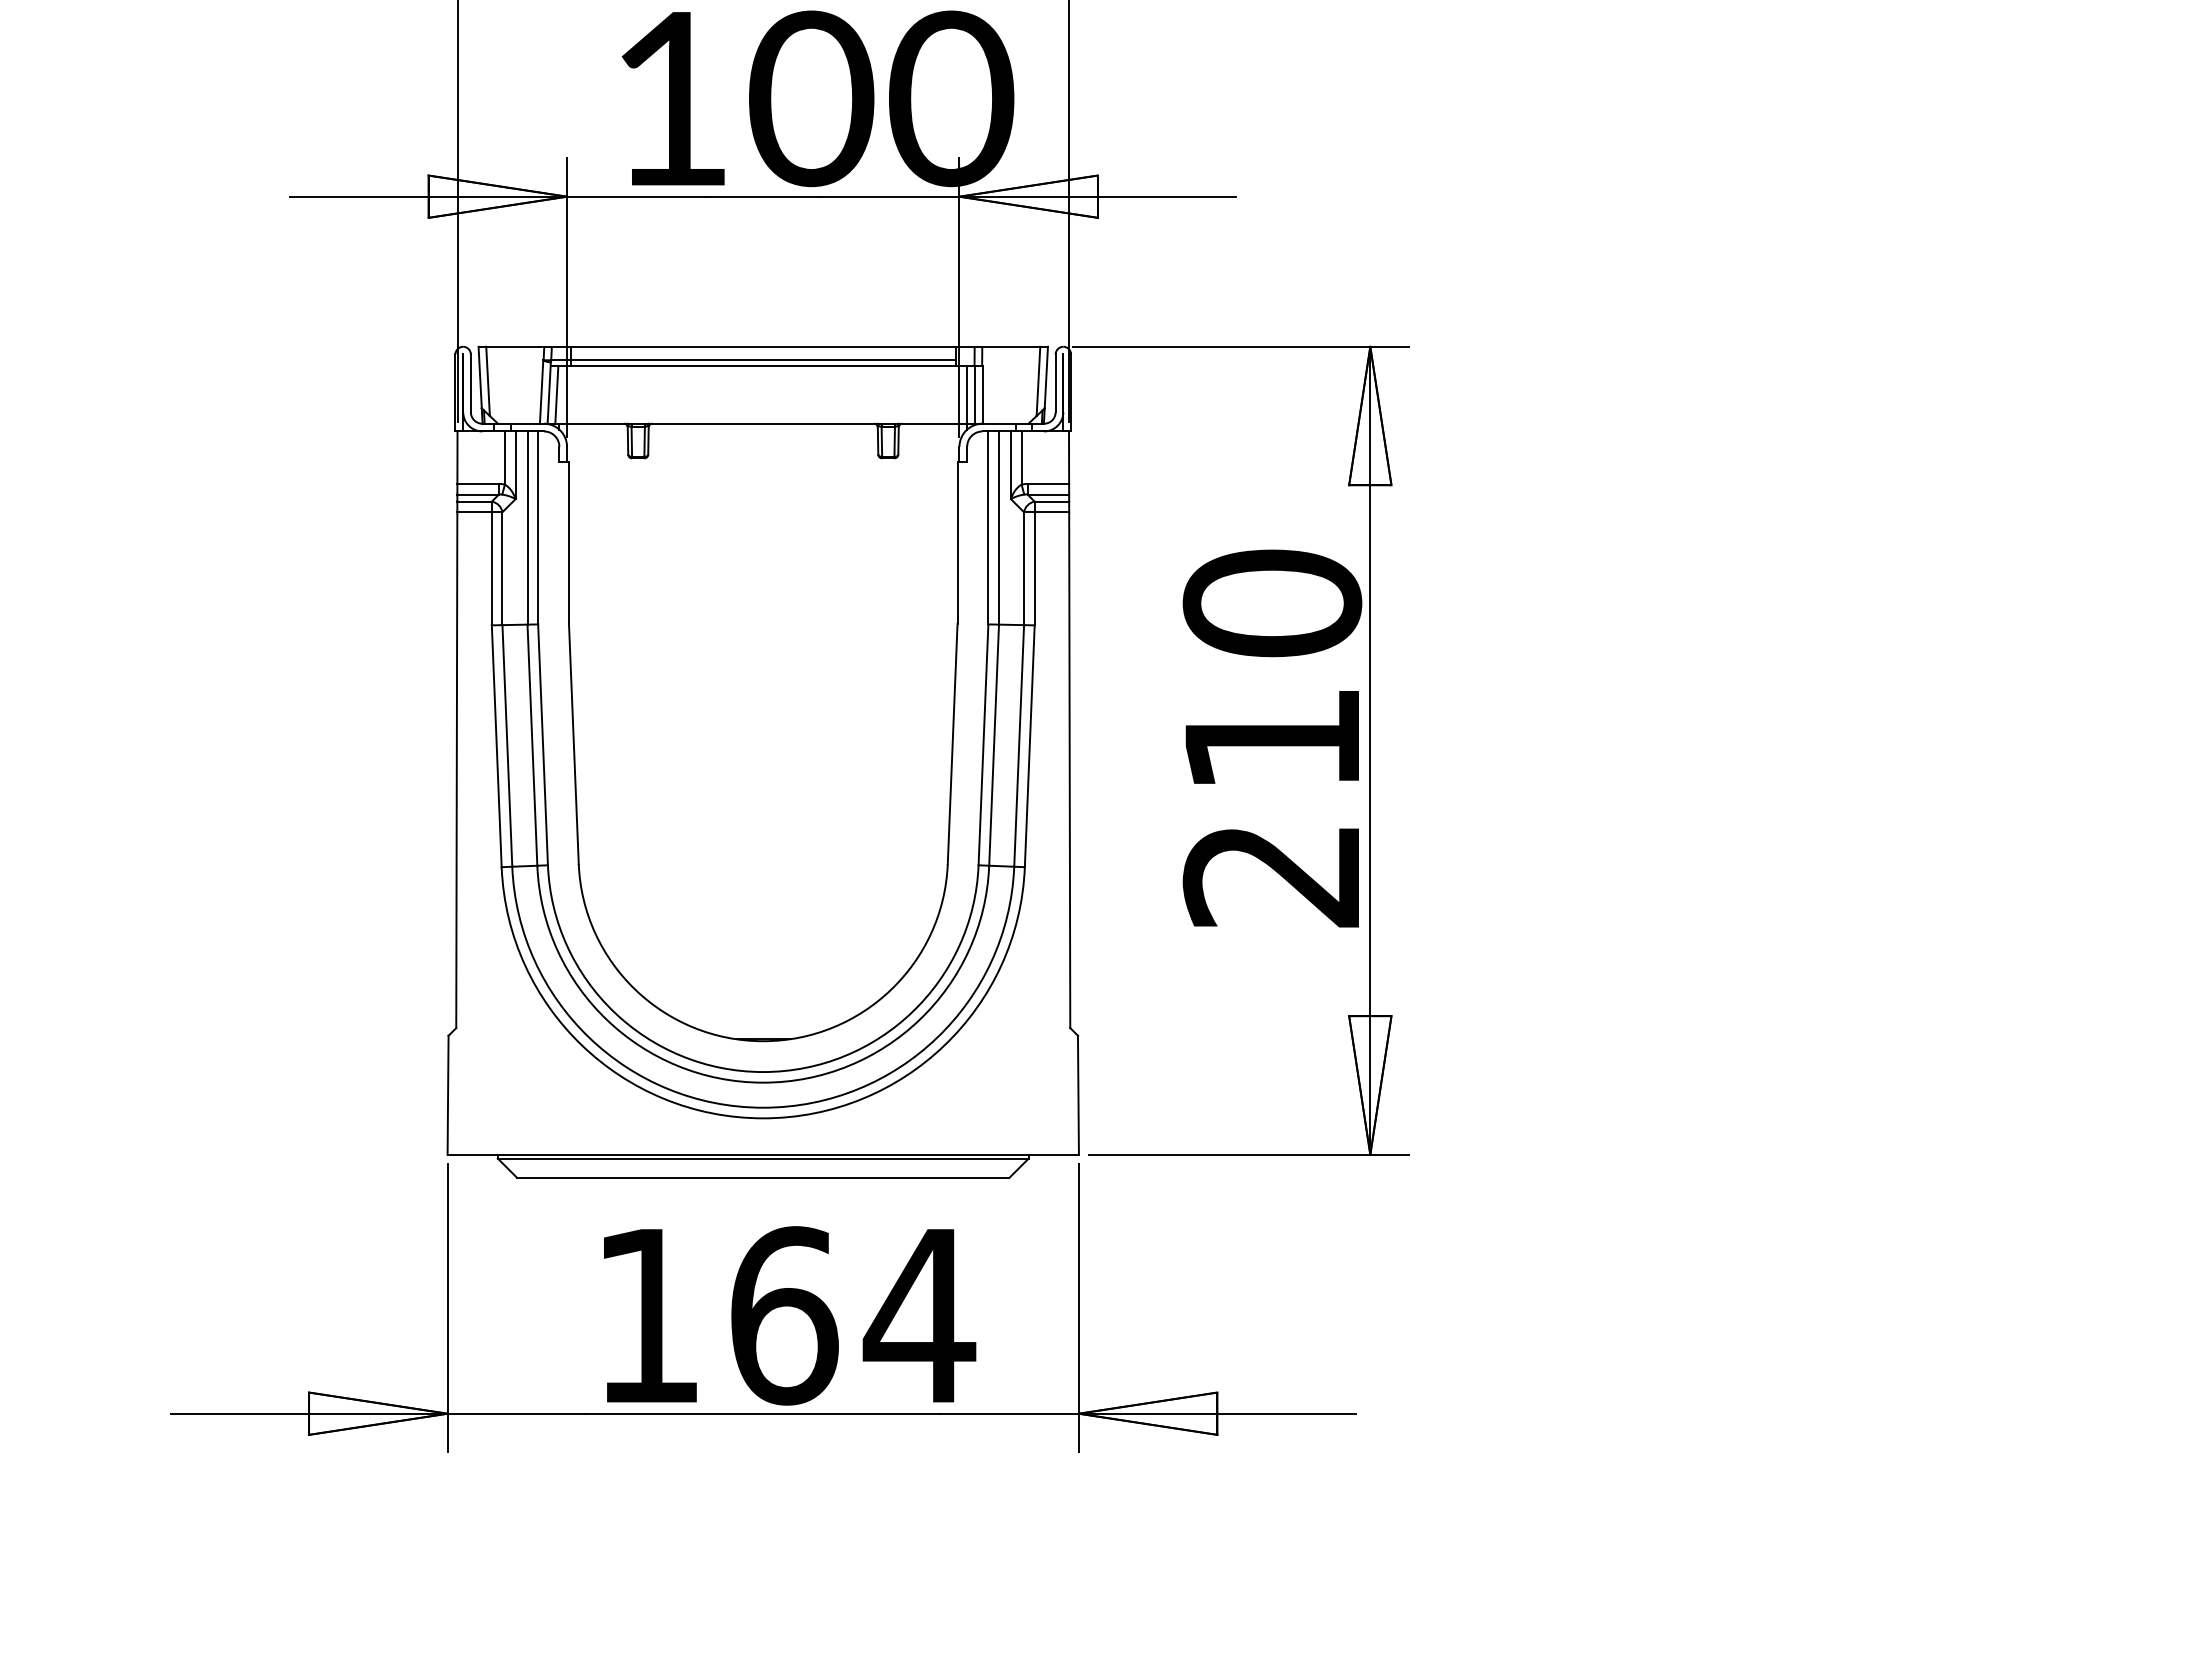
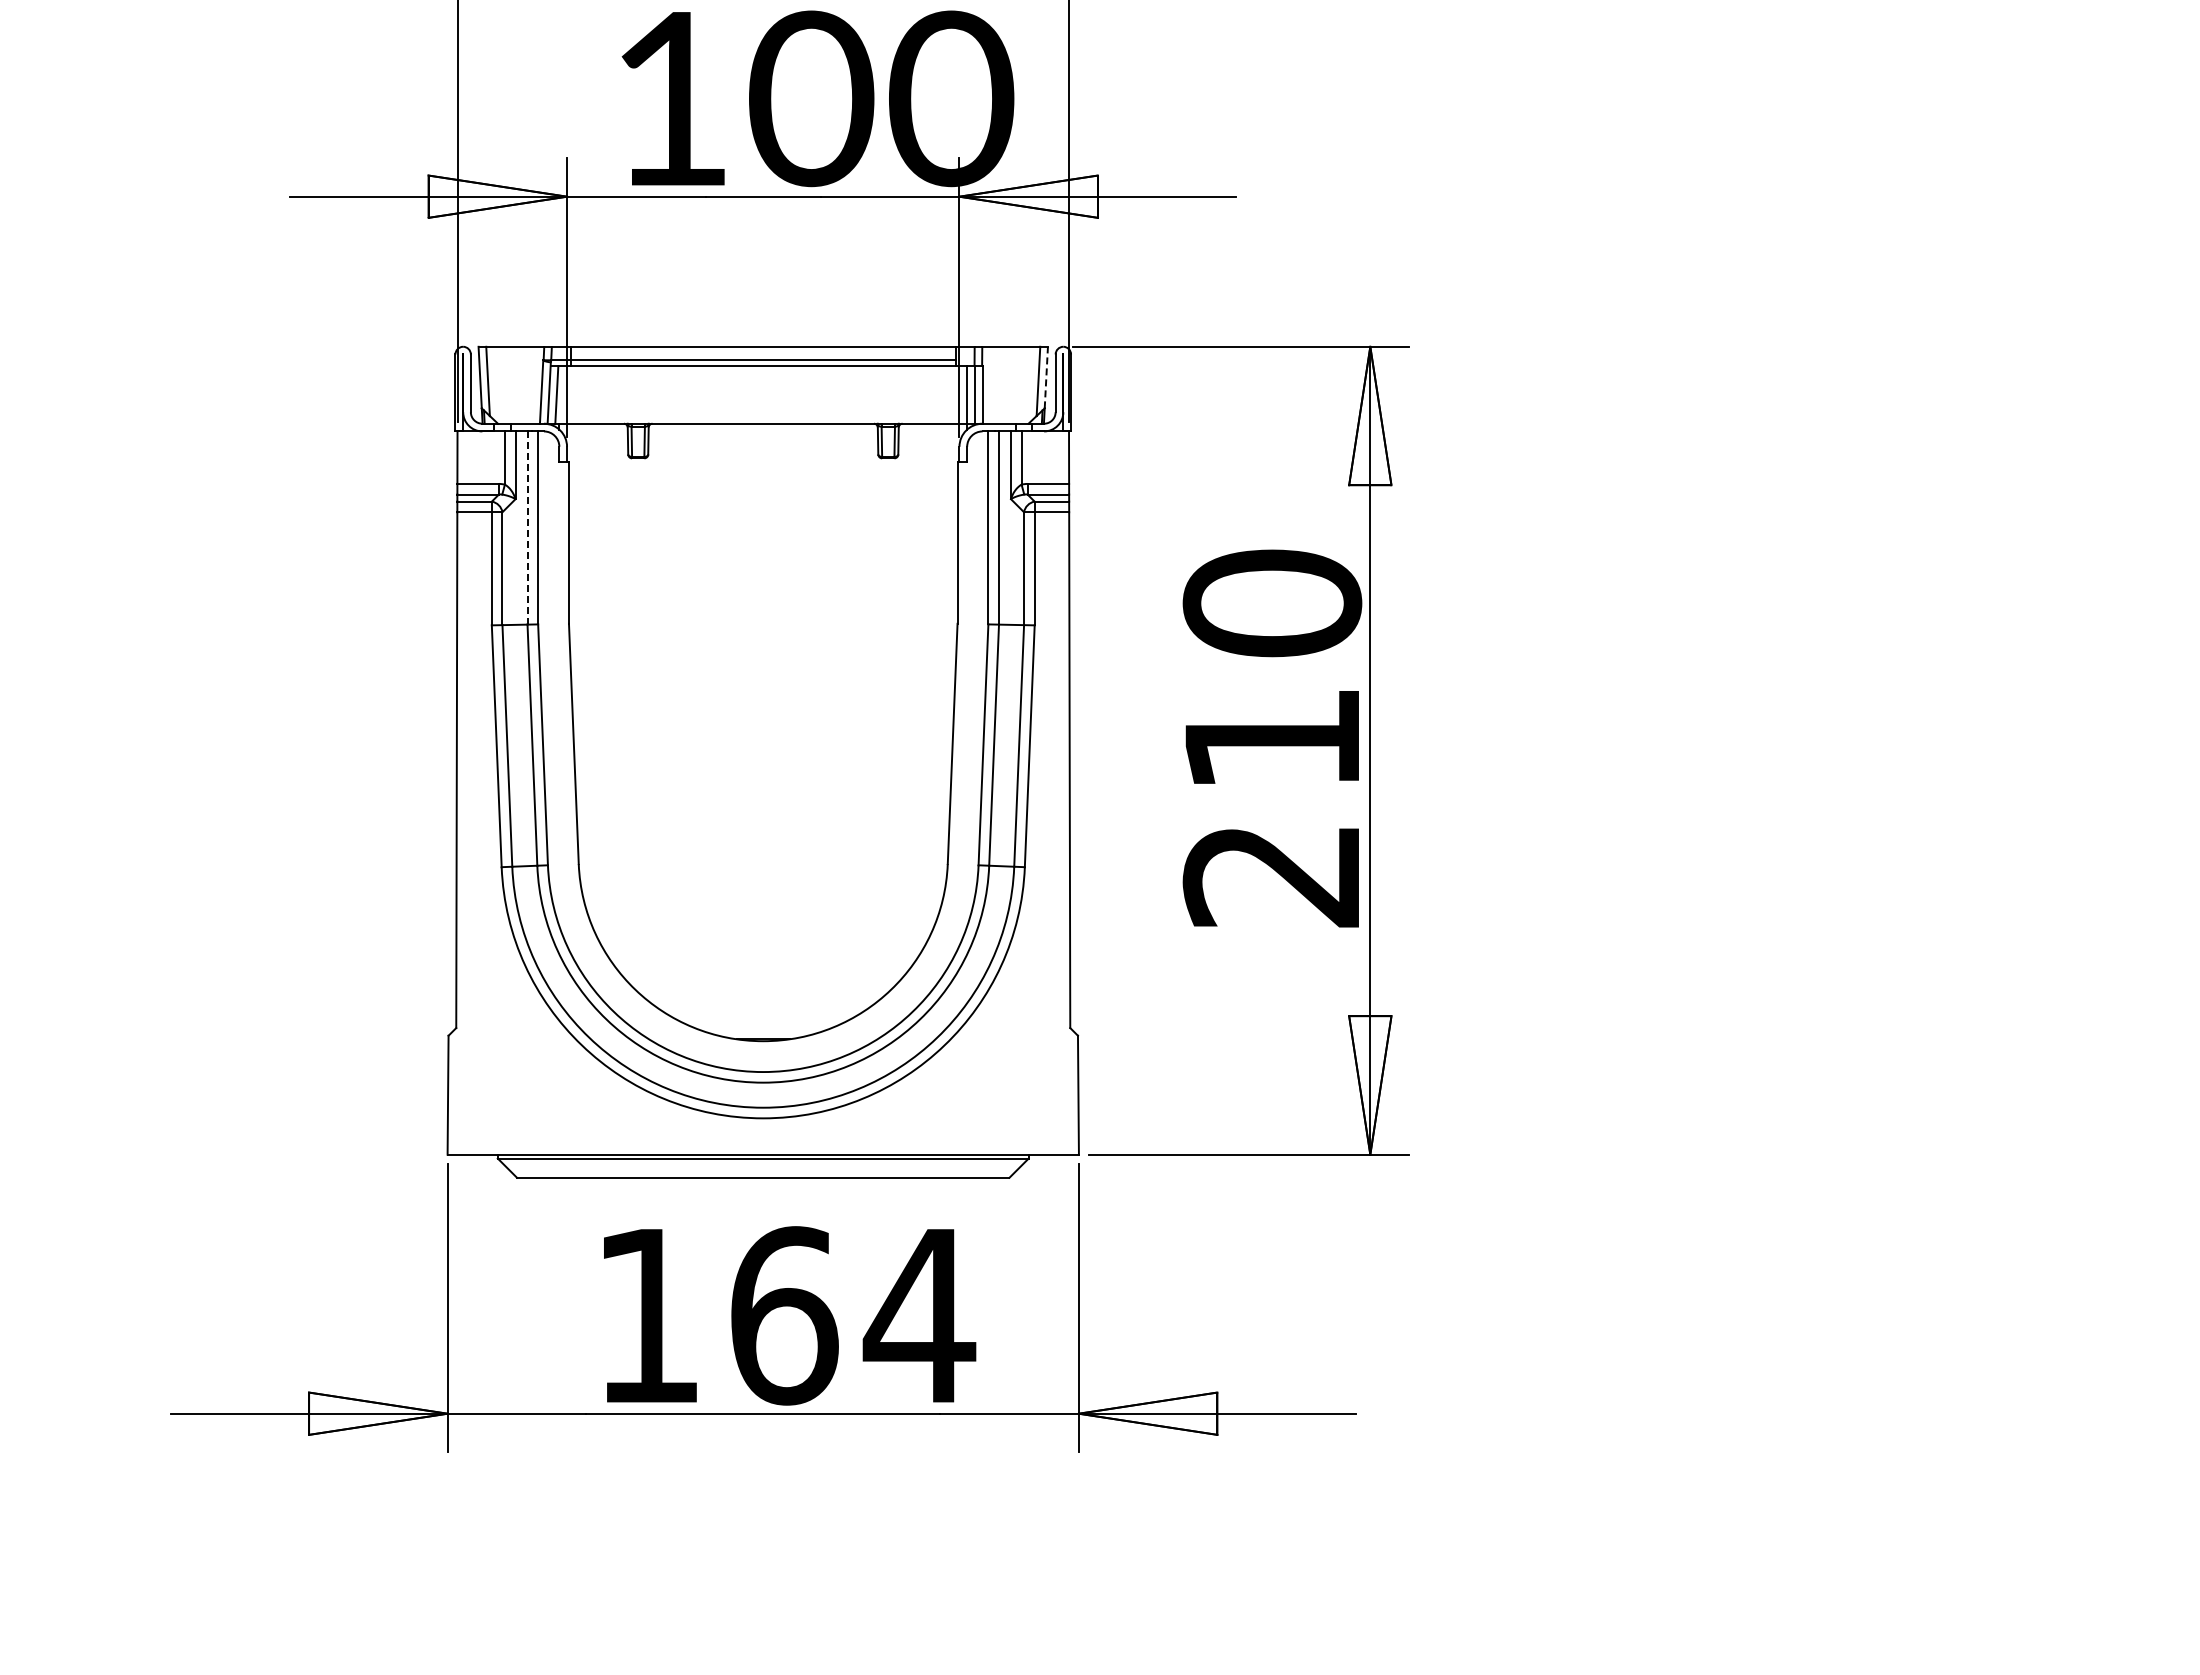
line at (1046, 377): solid -> dashed
line at (527, 528): solid -> dashed
